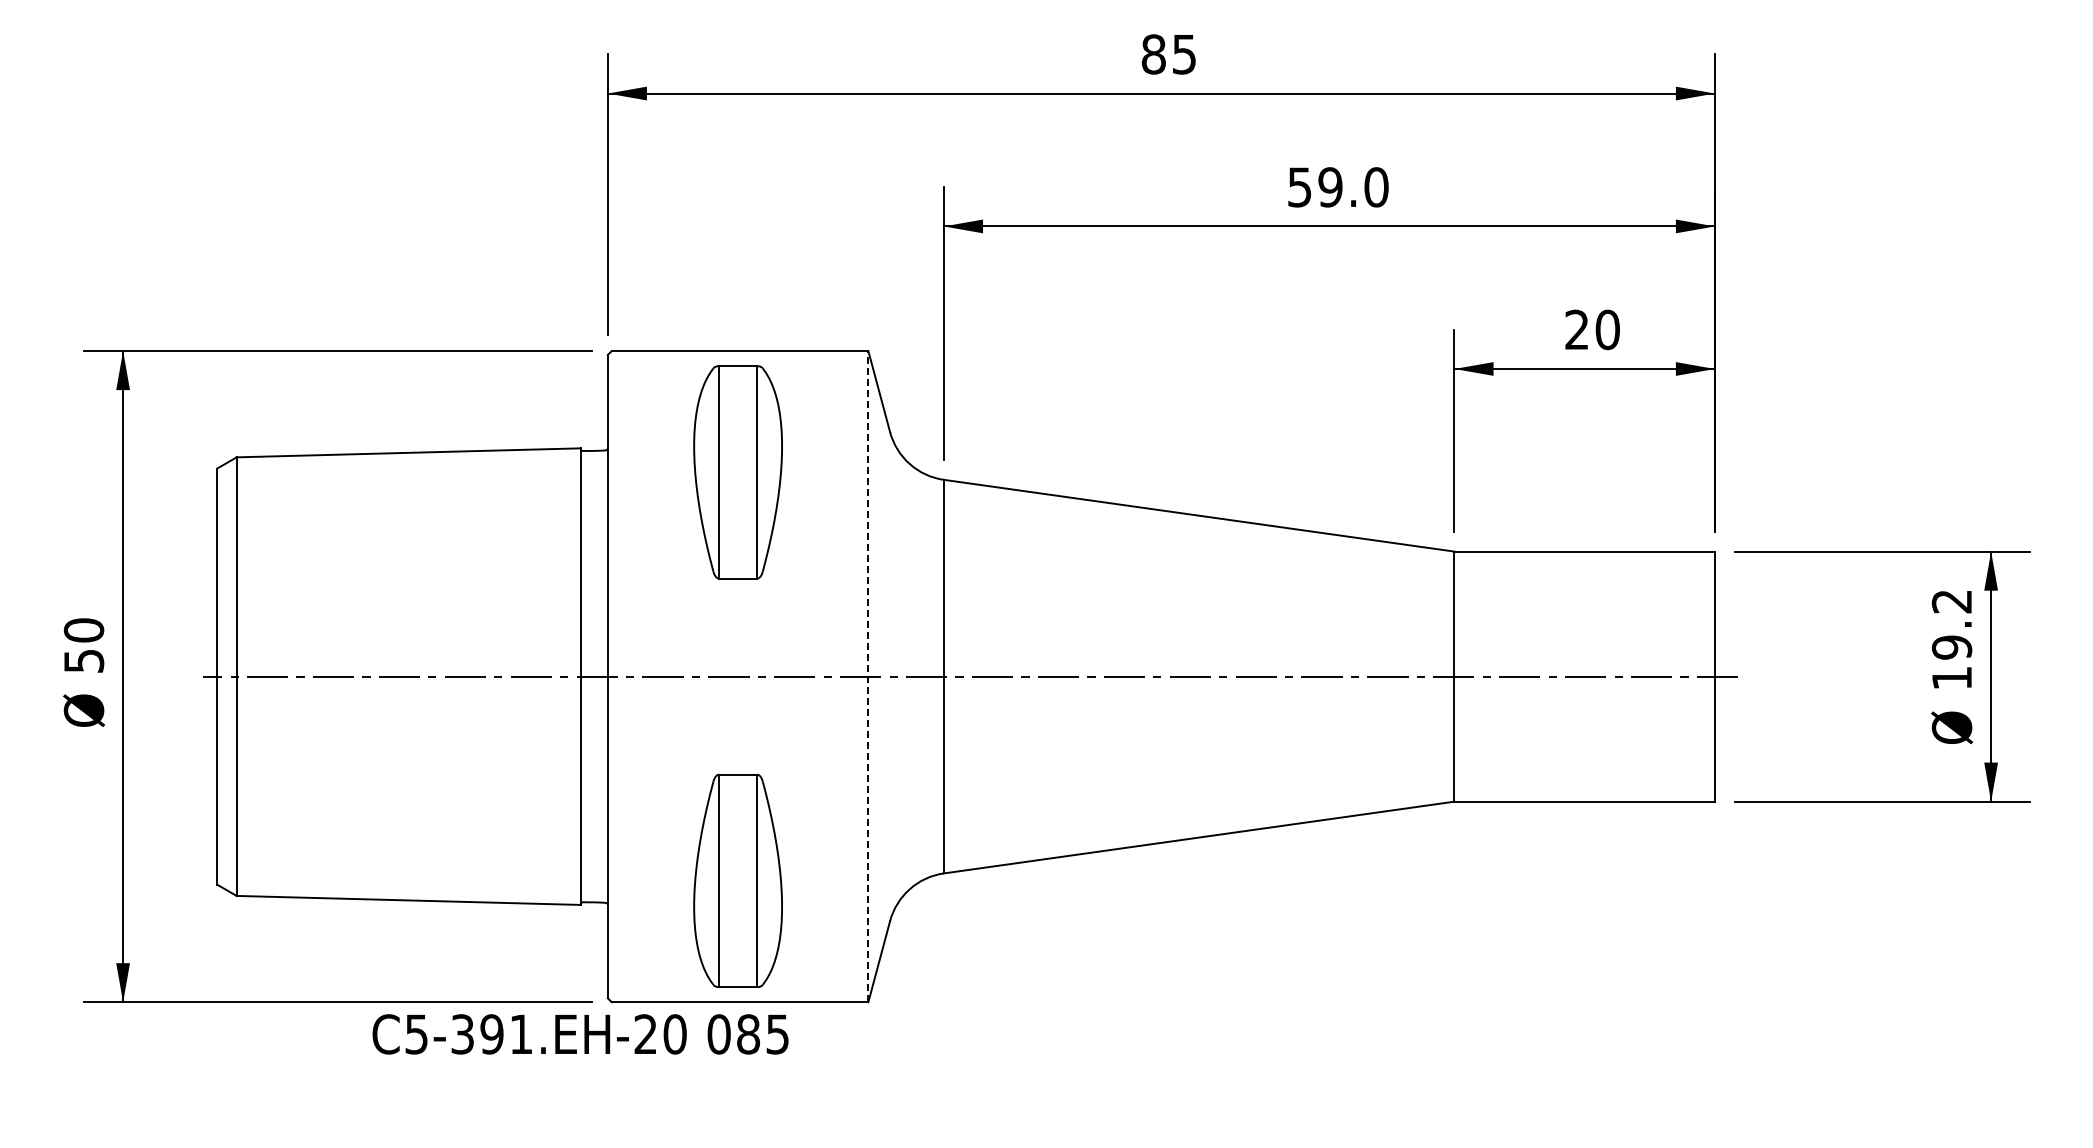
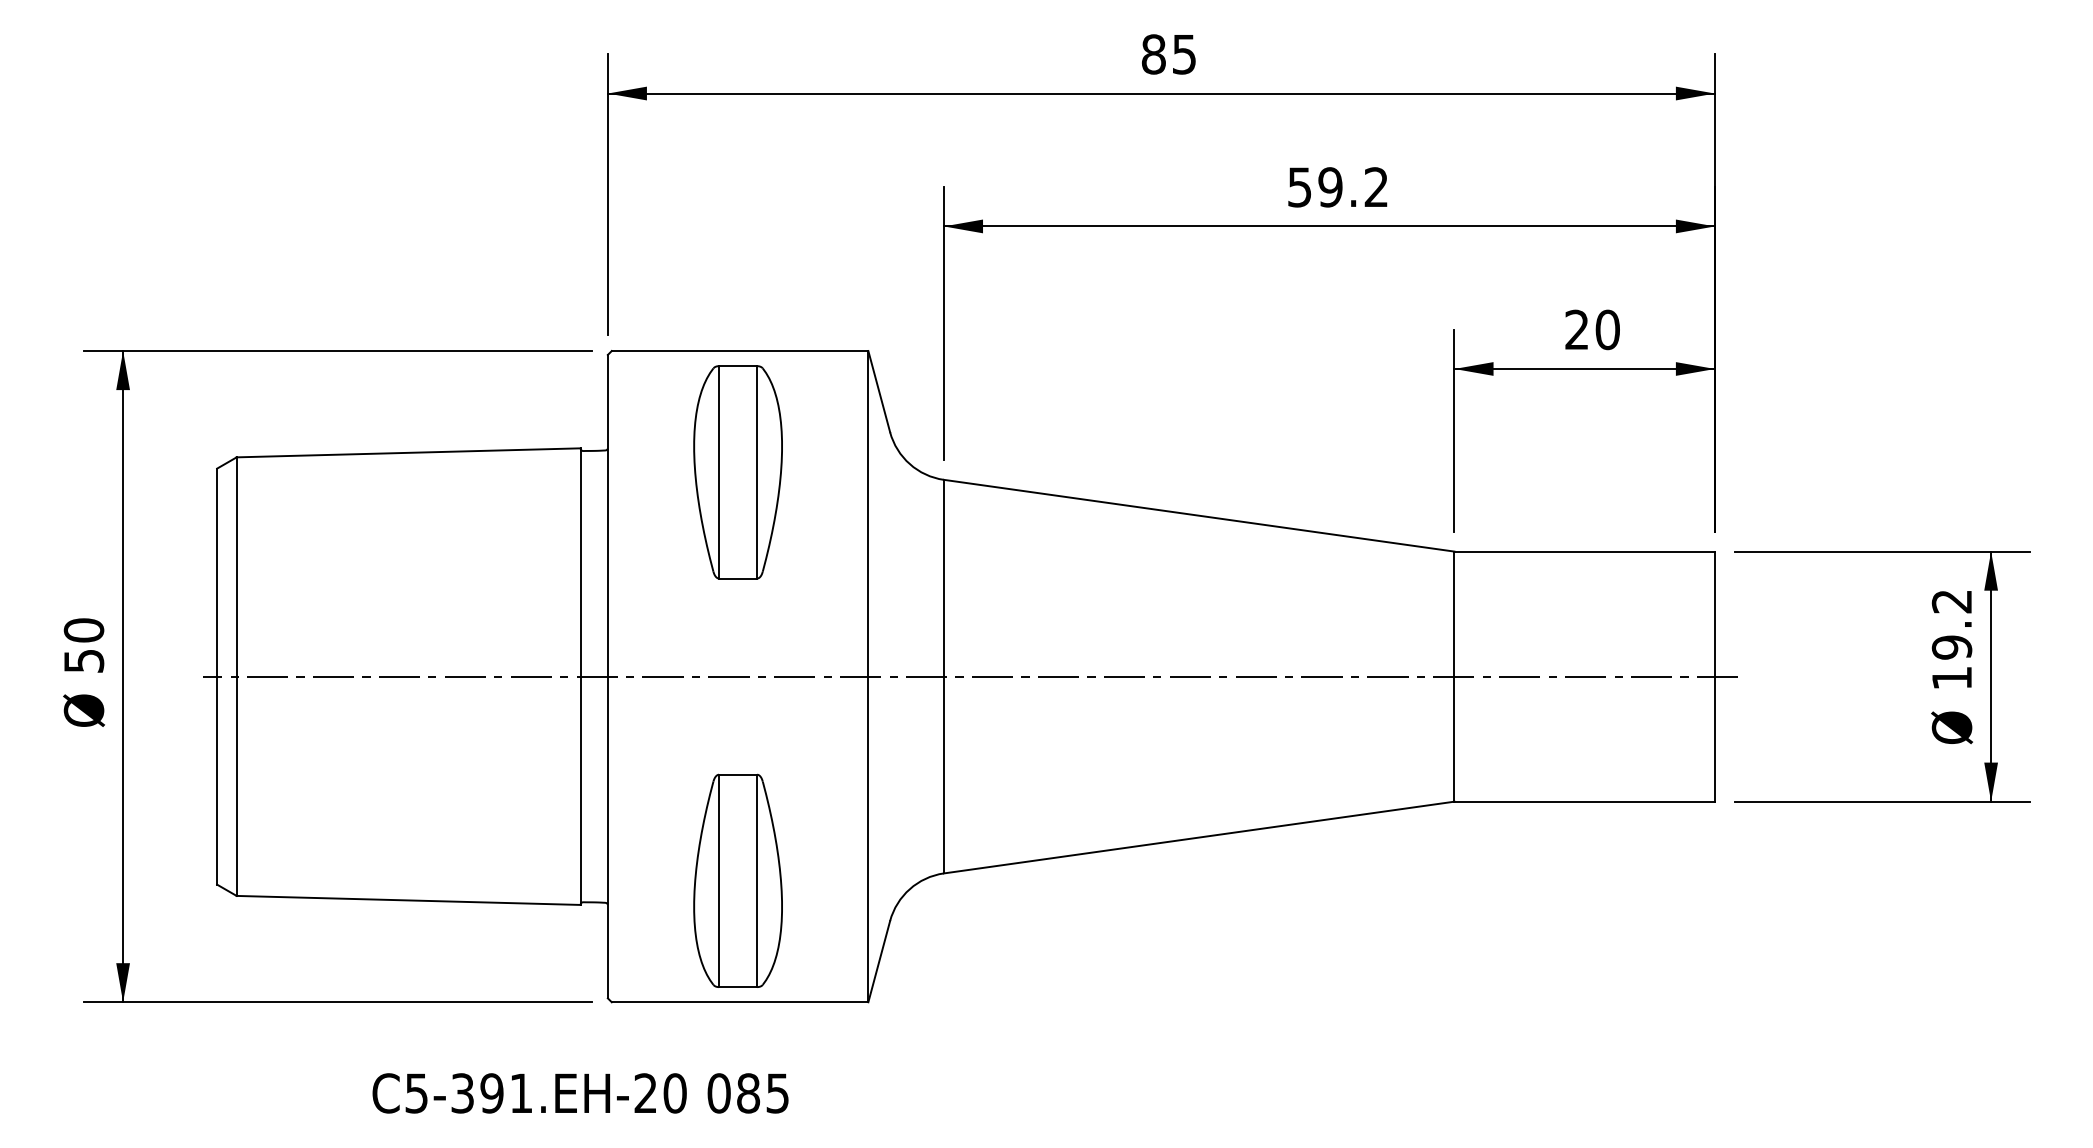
text at (1376, 187): 59.0 -> 59.2
line at (868, 676): dashed -> solid
text at (580, 1034) position: (580, 1034) -> (580, 1093)
